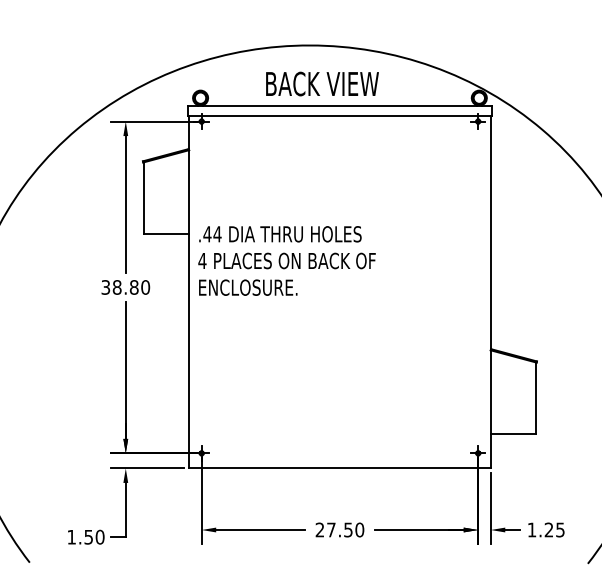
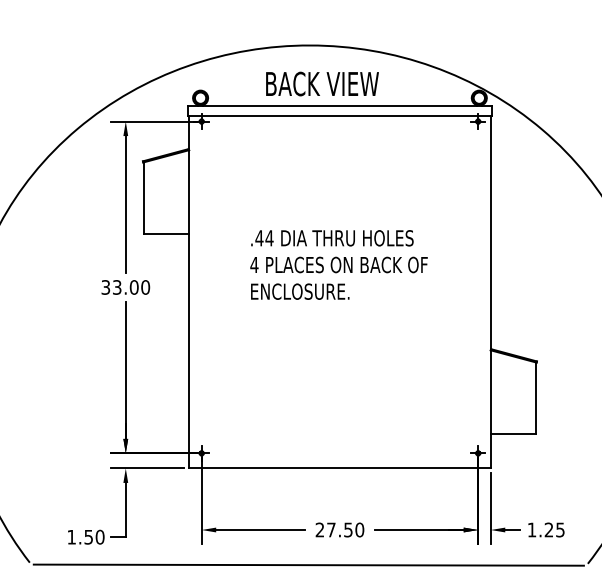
text at (286, 260) position: (286, 260) -> (338, 264)
text at (125, 287): 38.80 -> 33.00
line at (308, 564): none -> present
